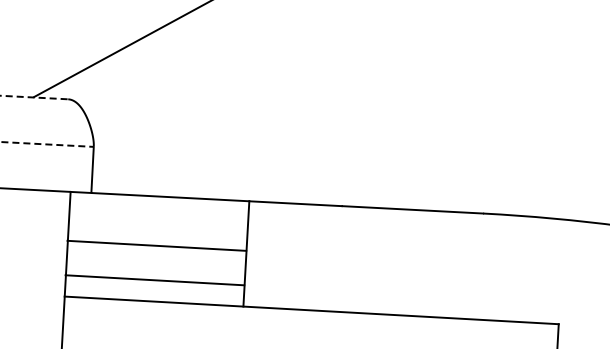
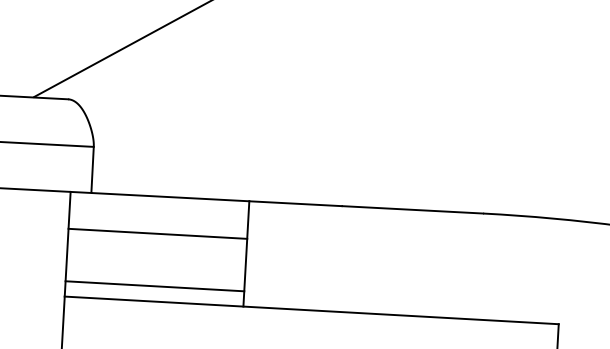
line at (34, 97): dashed -> solid
line at (46, 144): dashed -> solid
line at (156, 245) position: (156, 245) -> (157, 233)
line at (154, 280) position: (154, 280) -> (154, 286)
